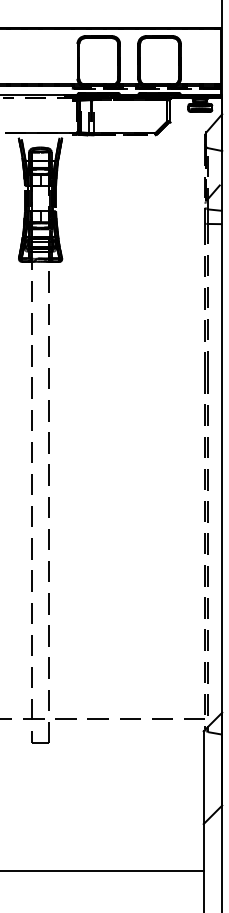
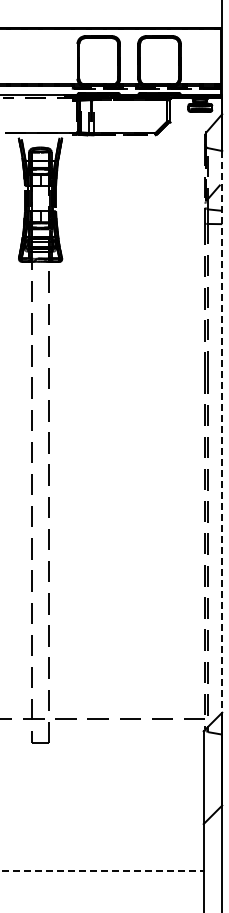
line at (222, 431): solid -> dashed
line at (102, 871): solid -> dashed
